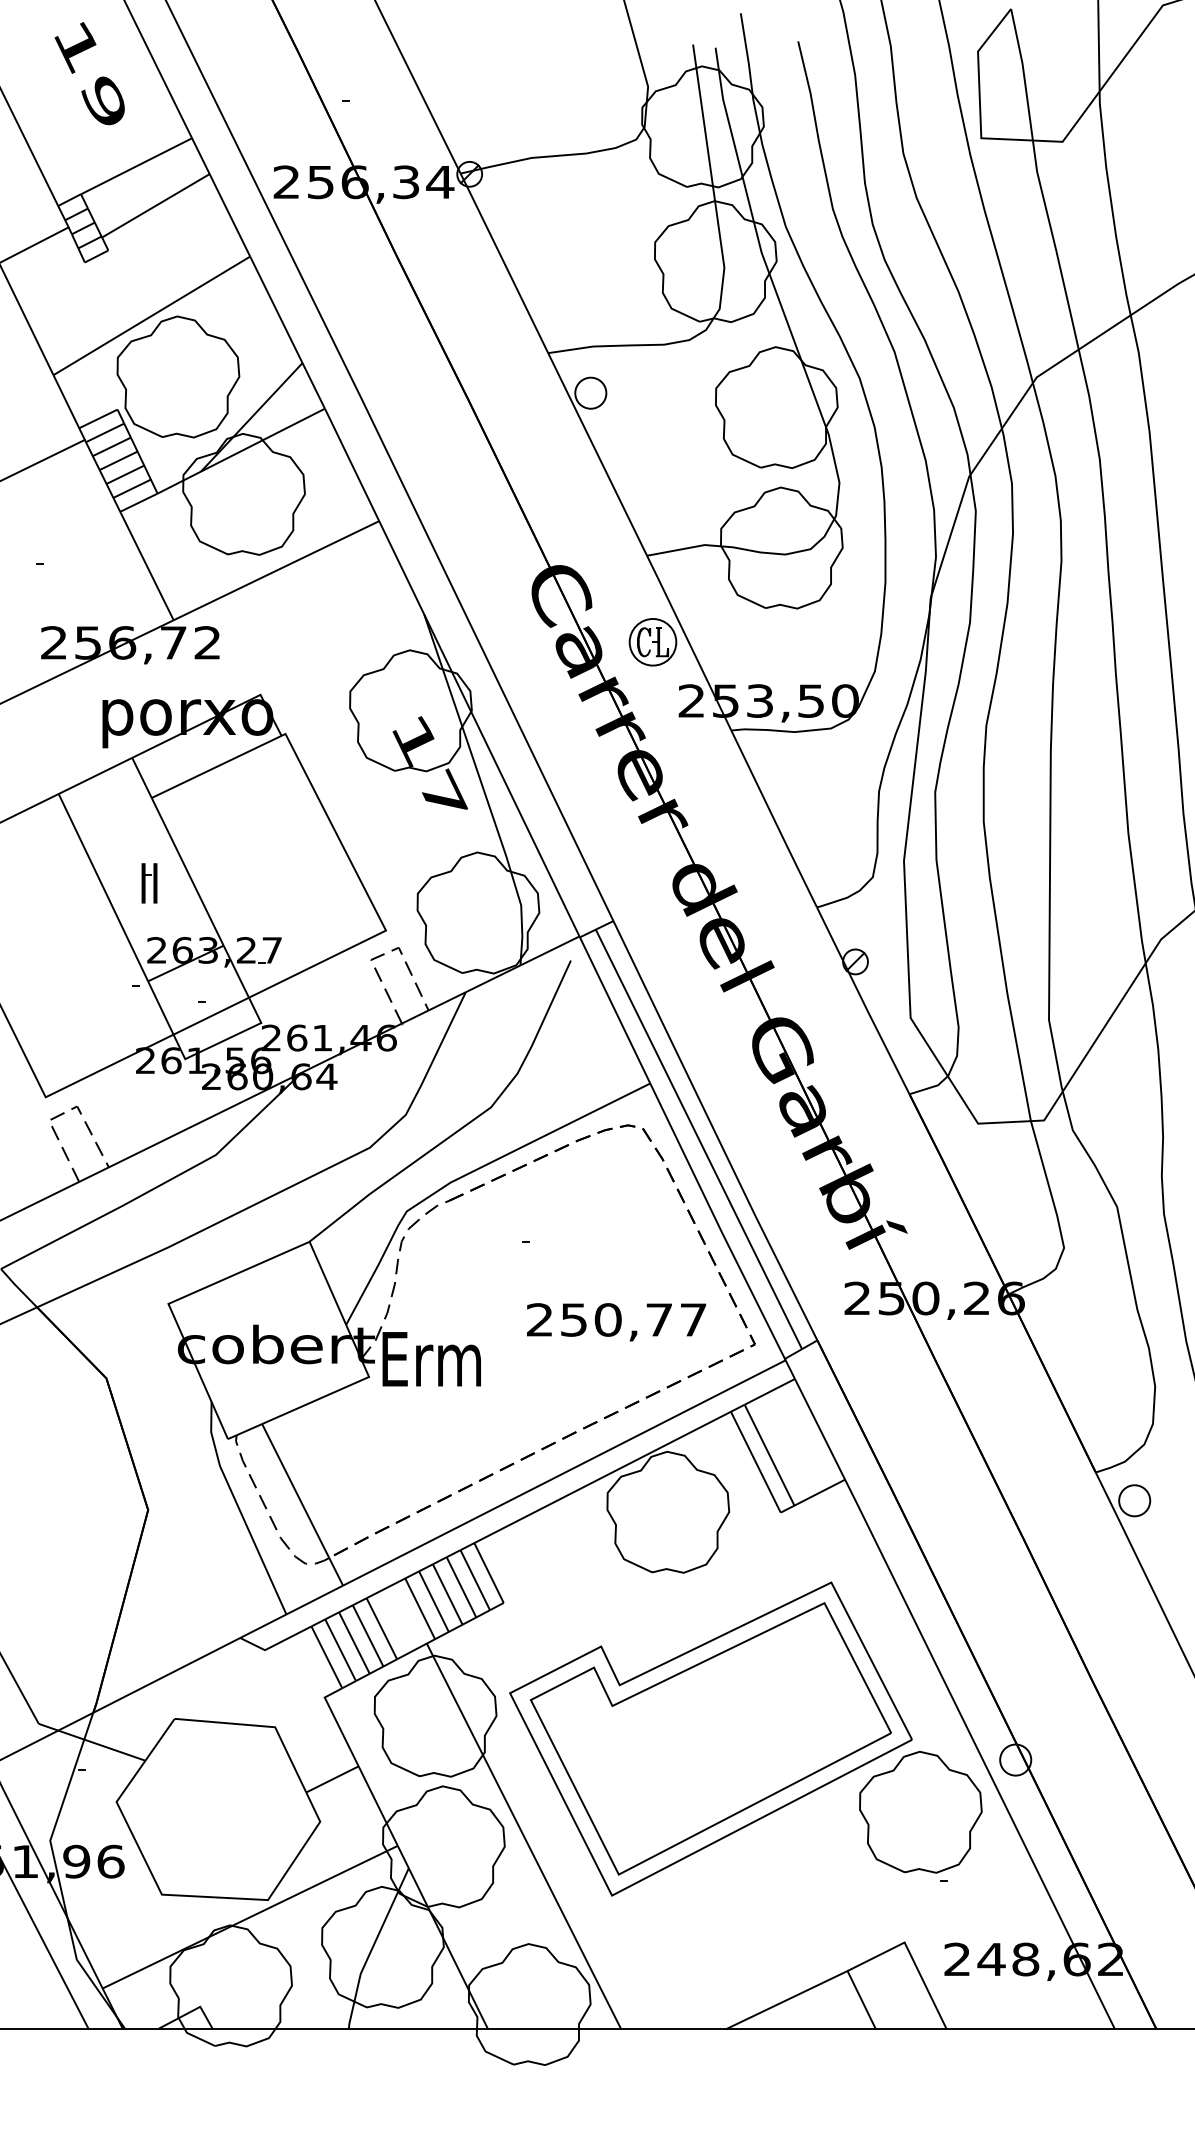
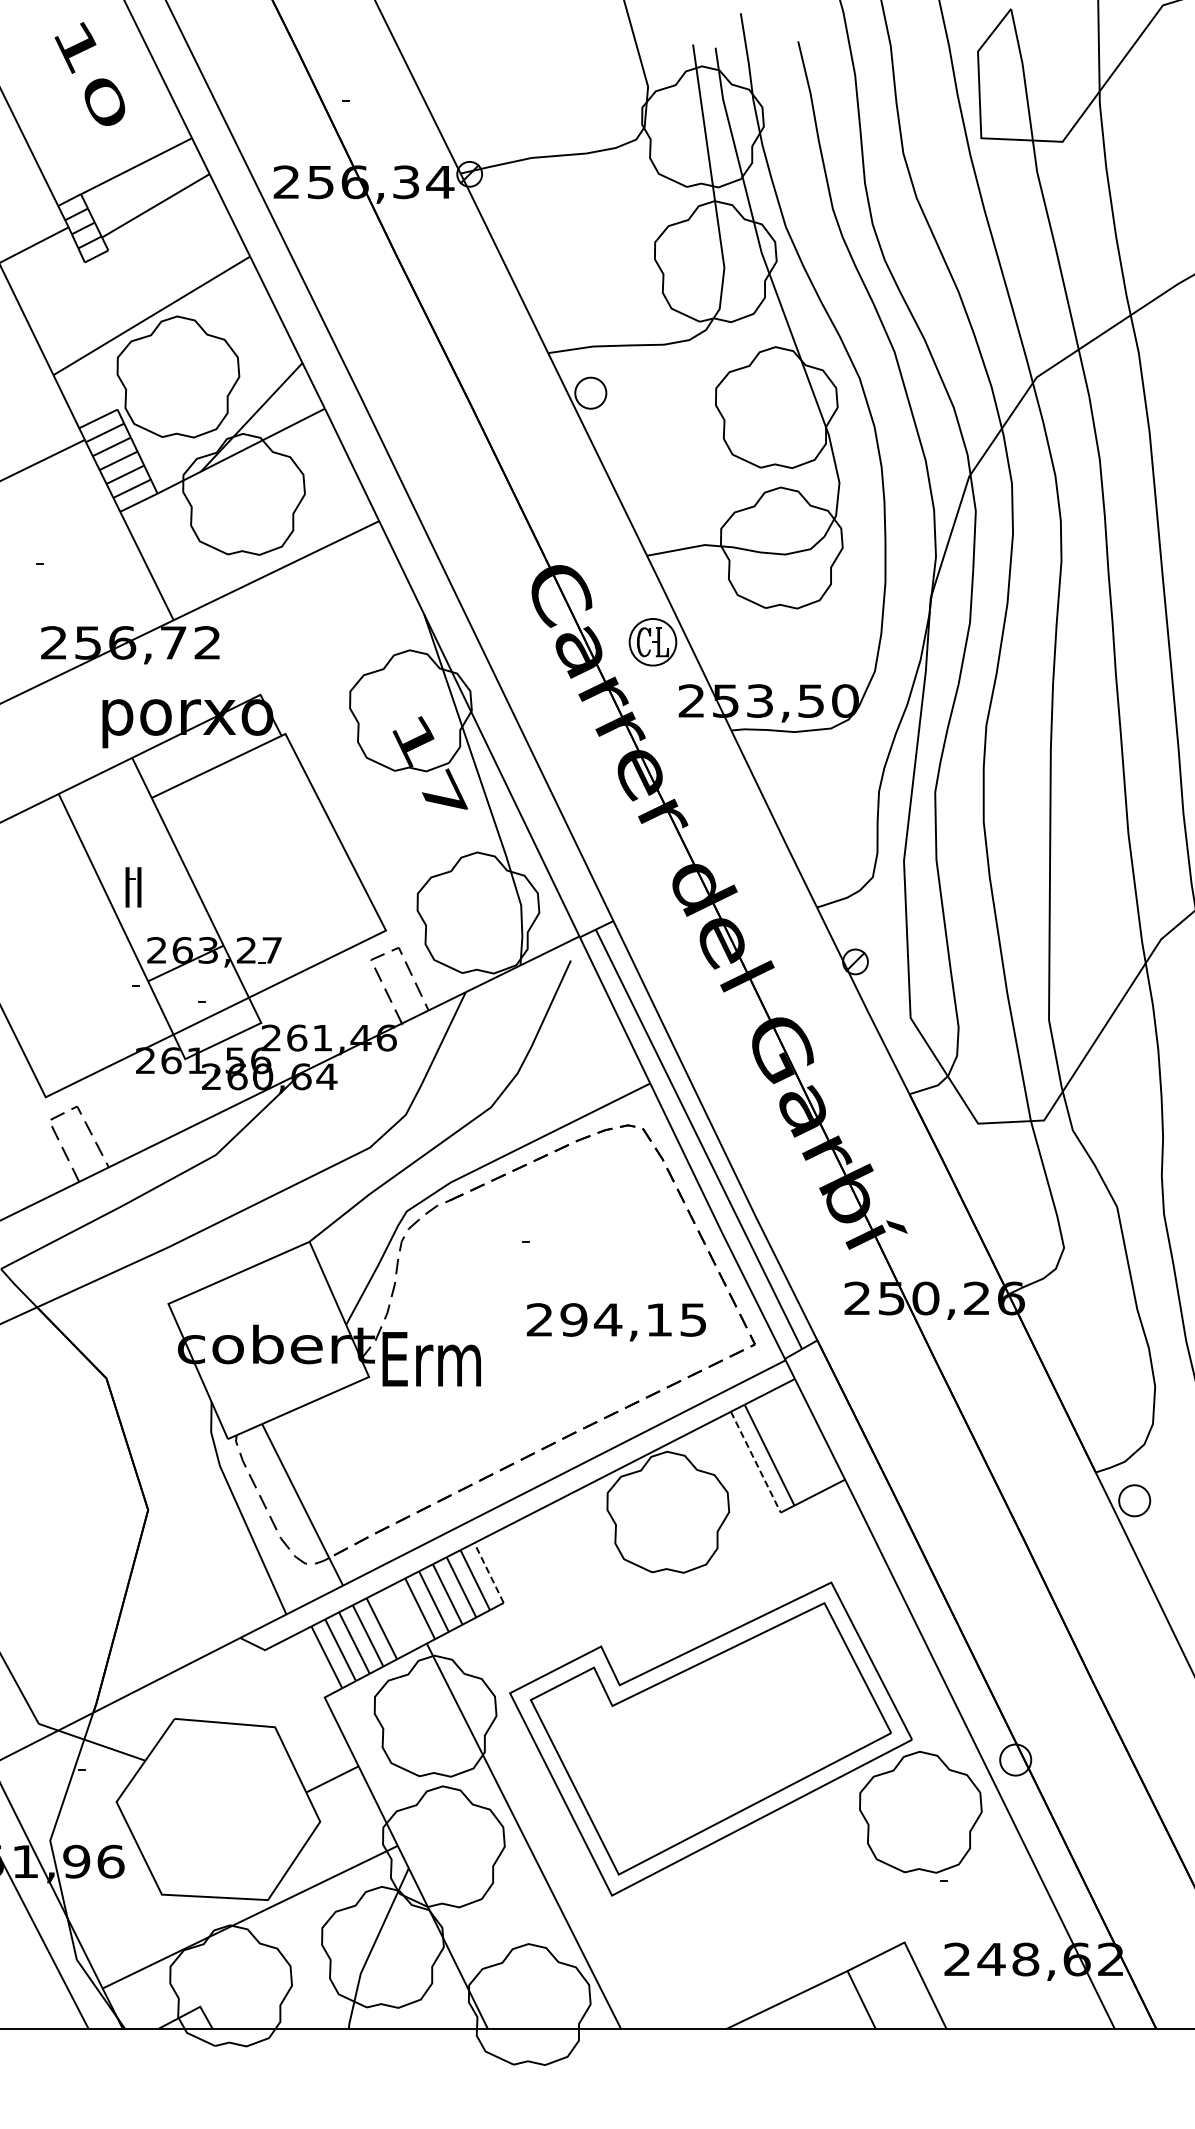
text at (103, 100): 19 -> 10
part at (149, 883) position: (149, 883) -> (133, 887)
text at (633, 1319): 250,77 -> 294,15
line at (756, 1462): solid -> dashed
line at (488, 1572): solid -> dashed
